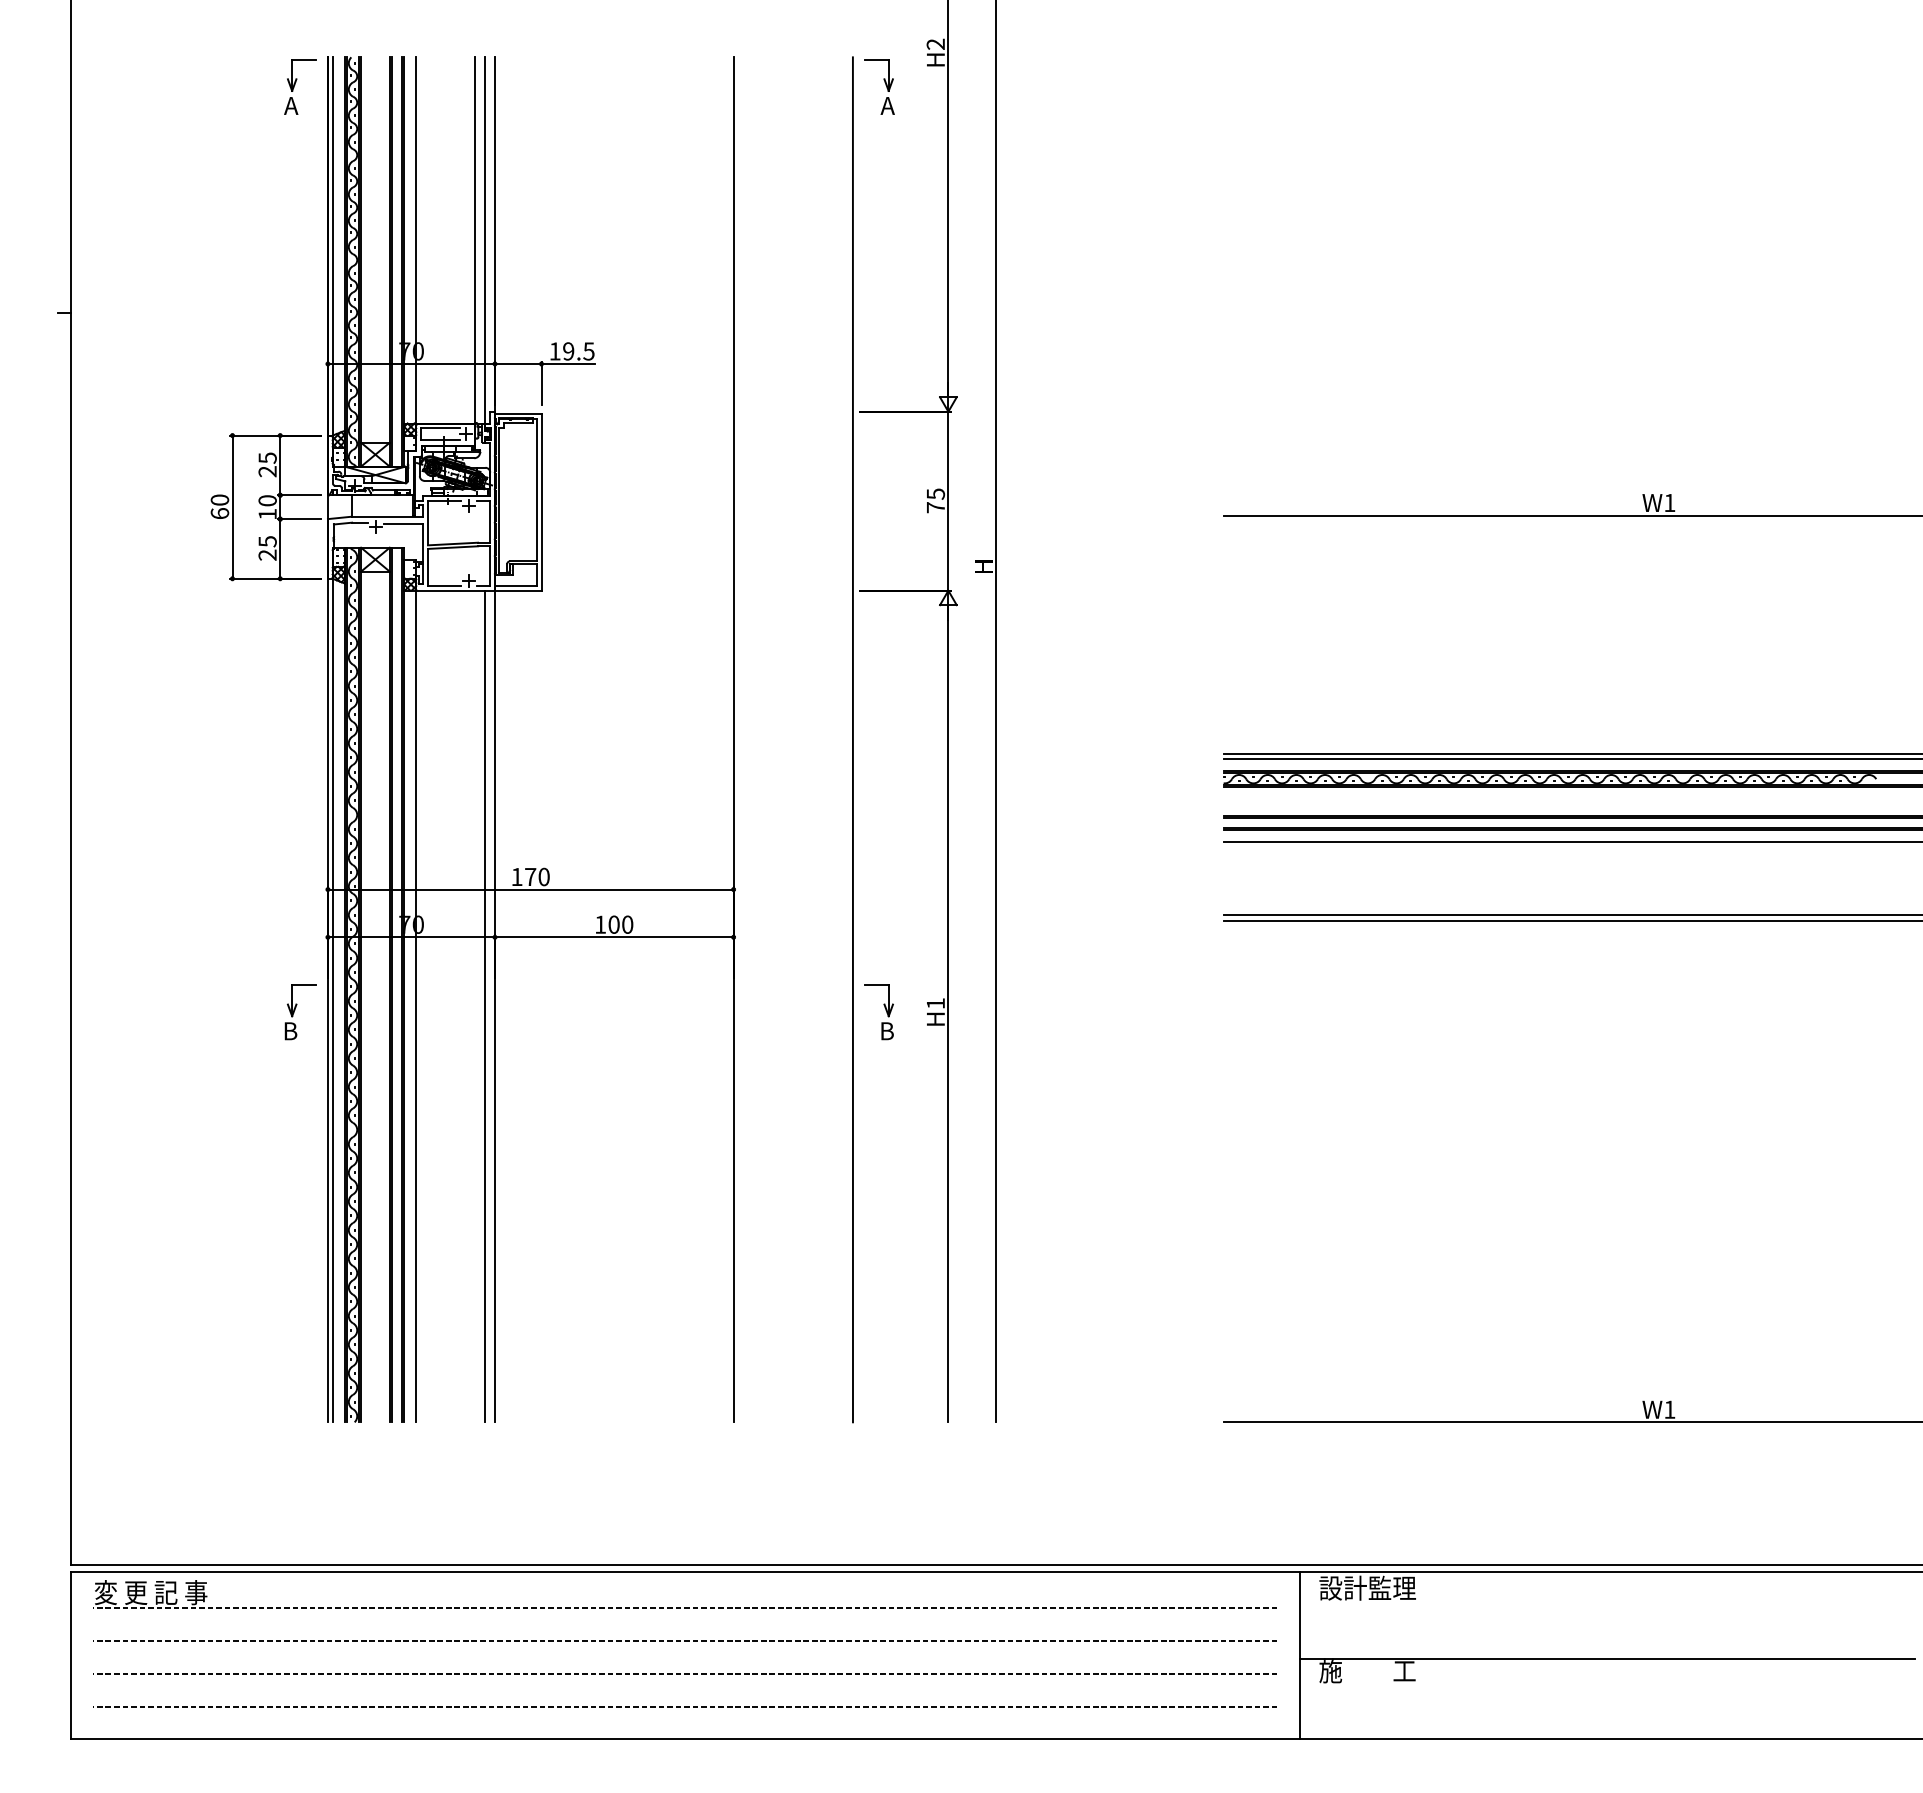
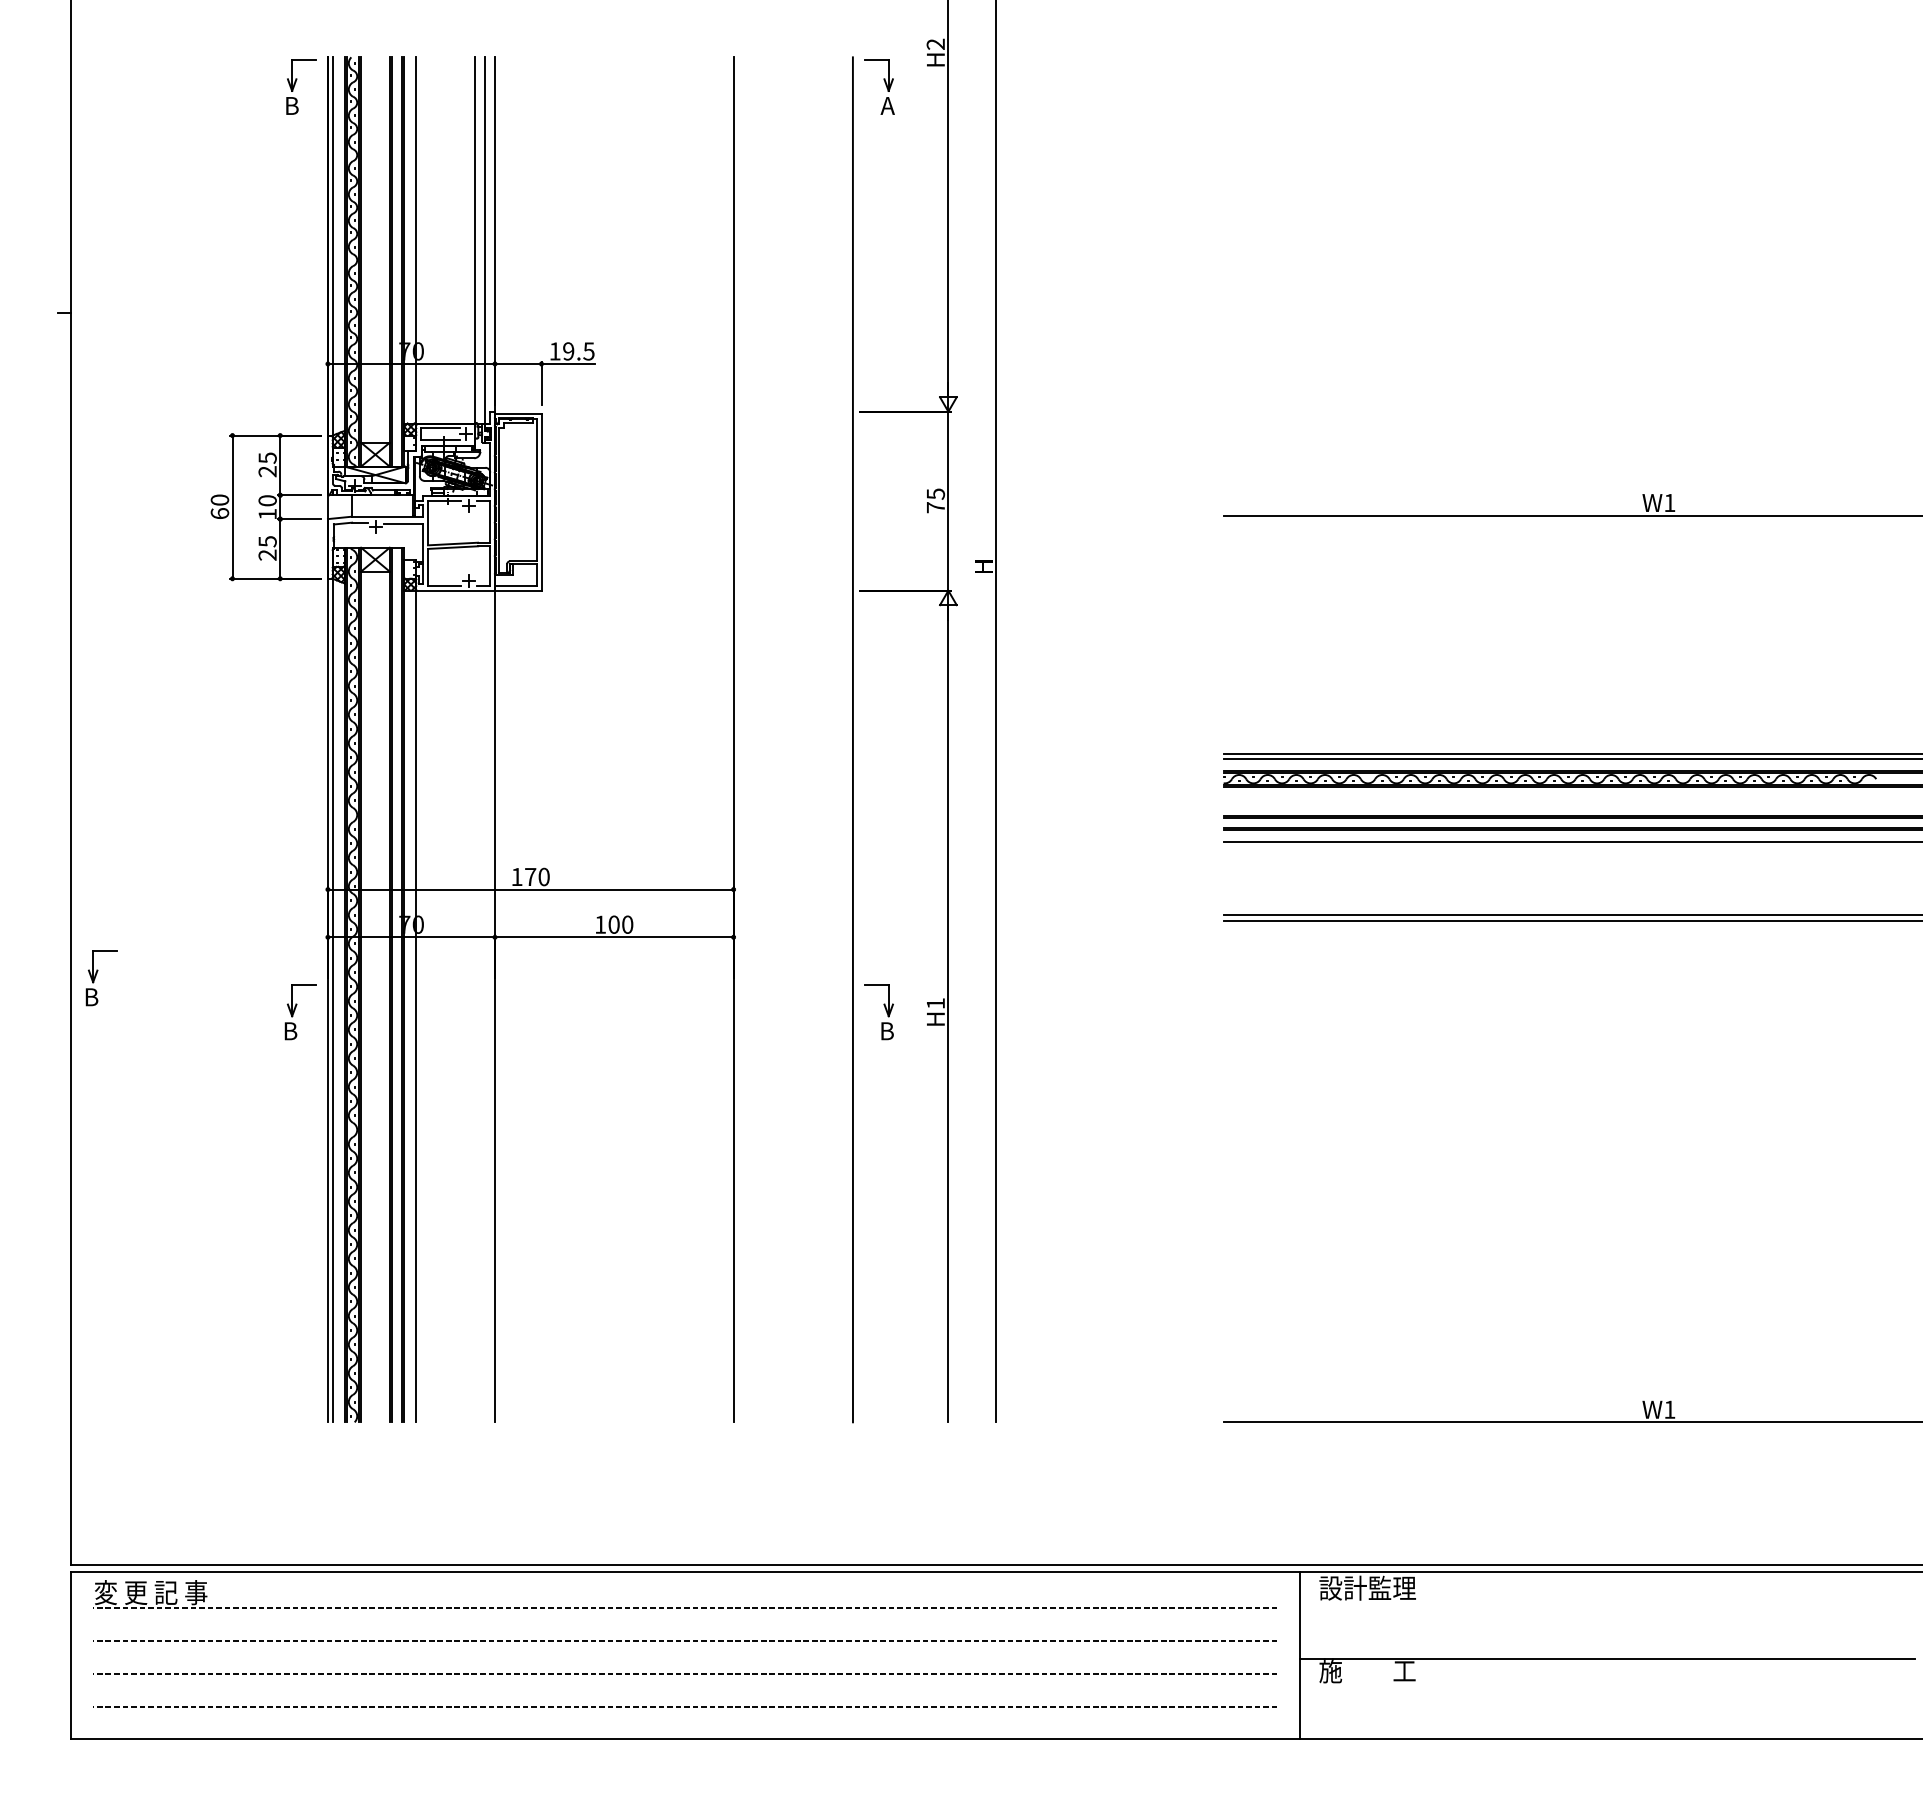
text at (291, 105): A -> B
part at (101, 978): none -> present
line at (484, 1006): present -> none
